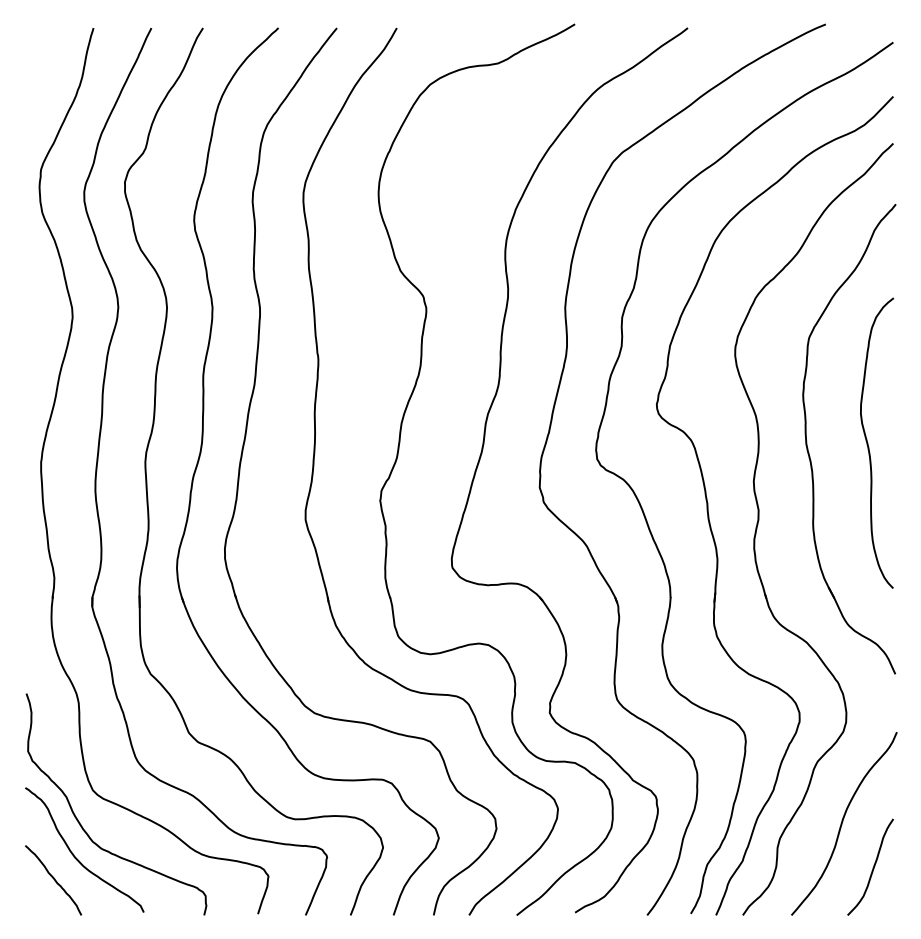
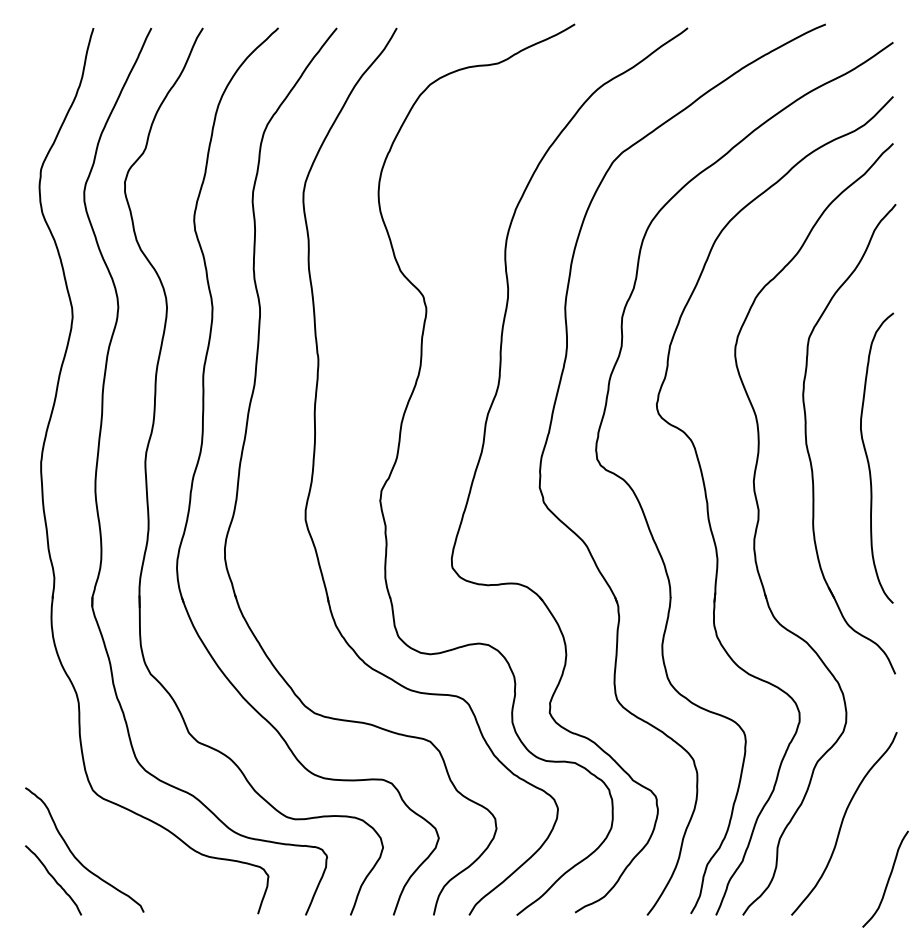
curve at (868, 442) position: (868, 442) -> (868, 457)
curve at (83, 827): present -> none
curve at (872, 867) position: (872, 867) -> (887, 879)
